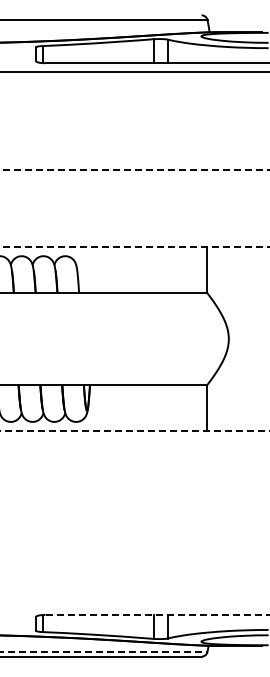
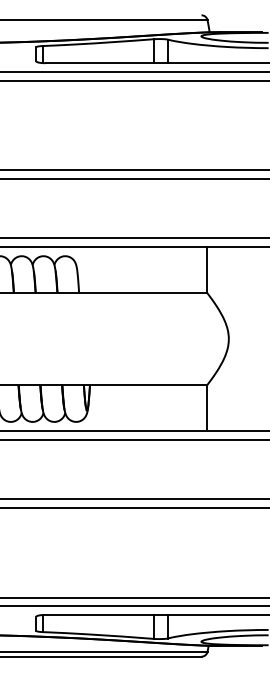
line at (134, 80): none -> present
line at (135, 170): dashed -> solid
line at (134, 179): none -> present
line at (134, 237): none -> present
line at (135, 247): dashed -> solid
line at (134, 431): dashed -> solid
line at (134, 440): none -> present
line at (134, 498): none -> present
line at (134, 507): none -> present
line at (134, 597): none -> present
line at (134, 606): none -> present
line at (157, 614): dashed -> solid
line at (104, 651): dashed -> solid
